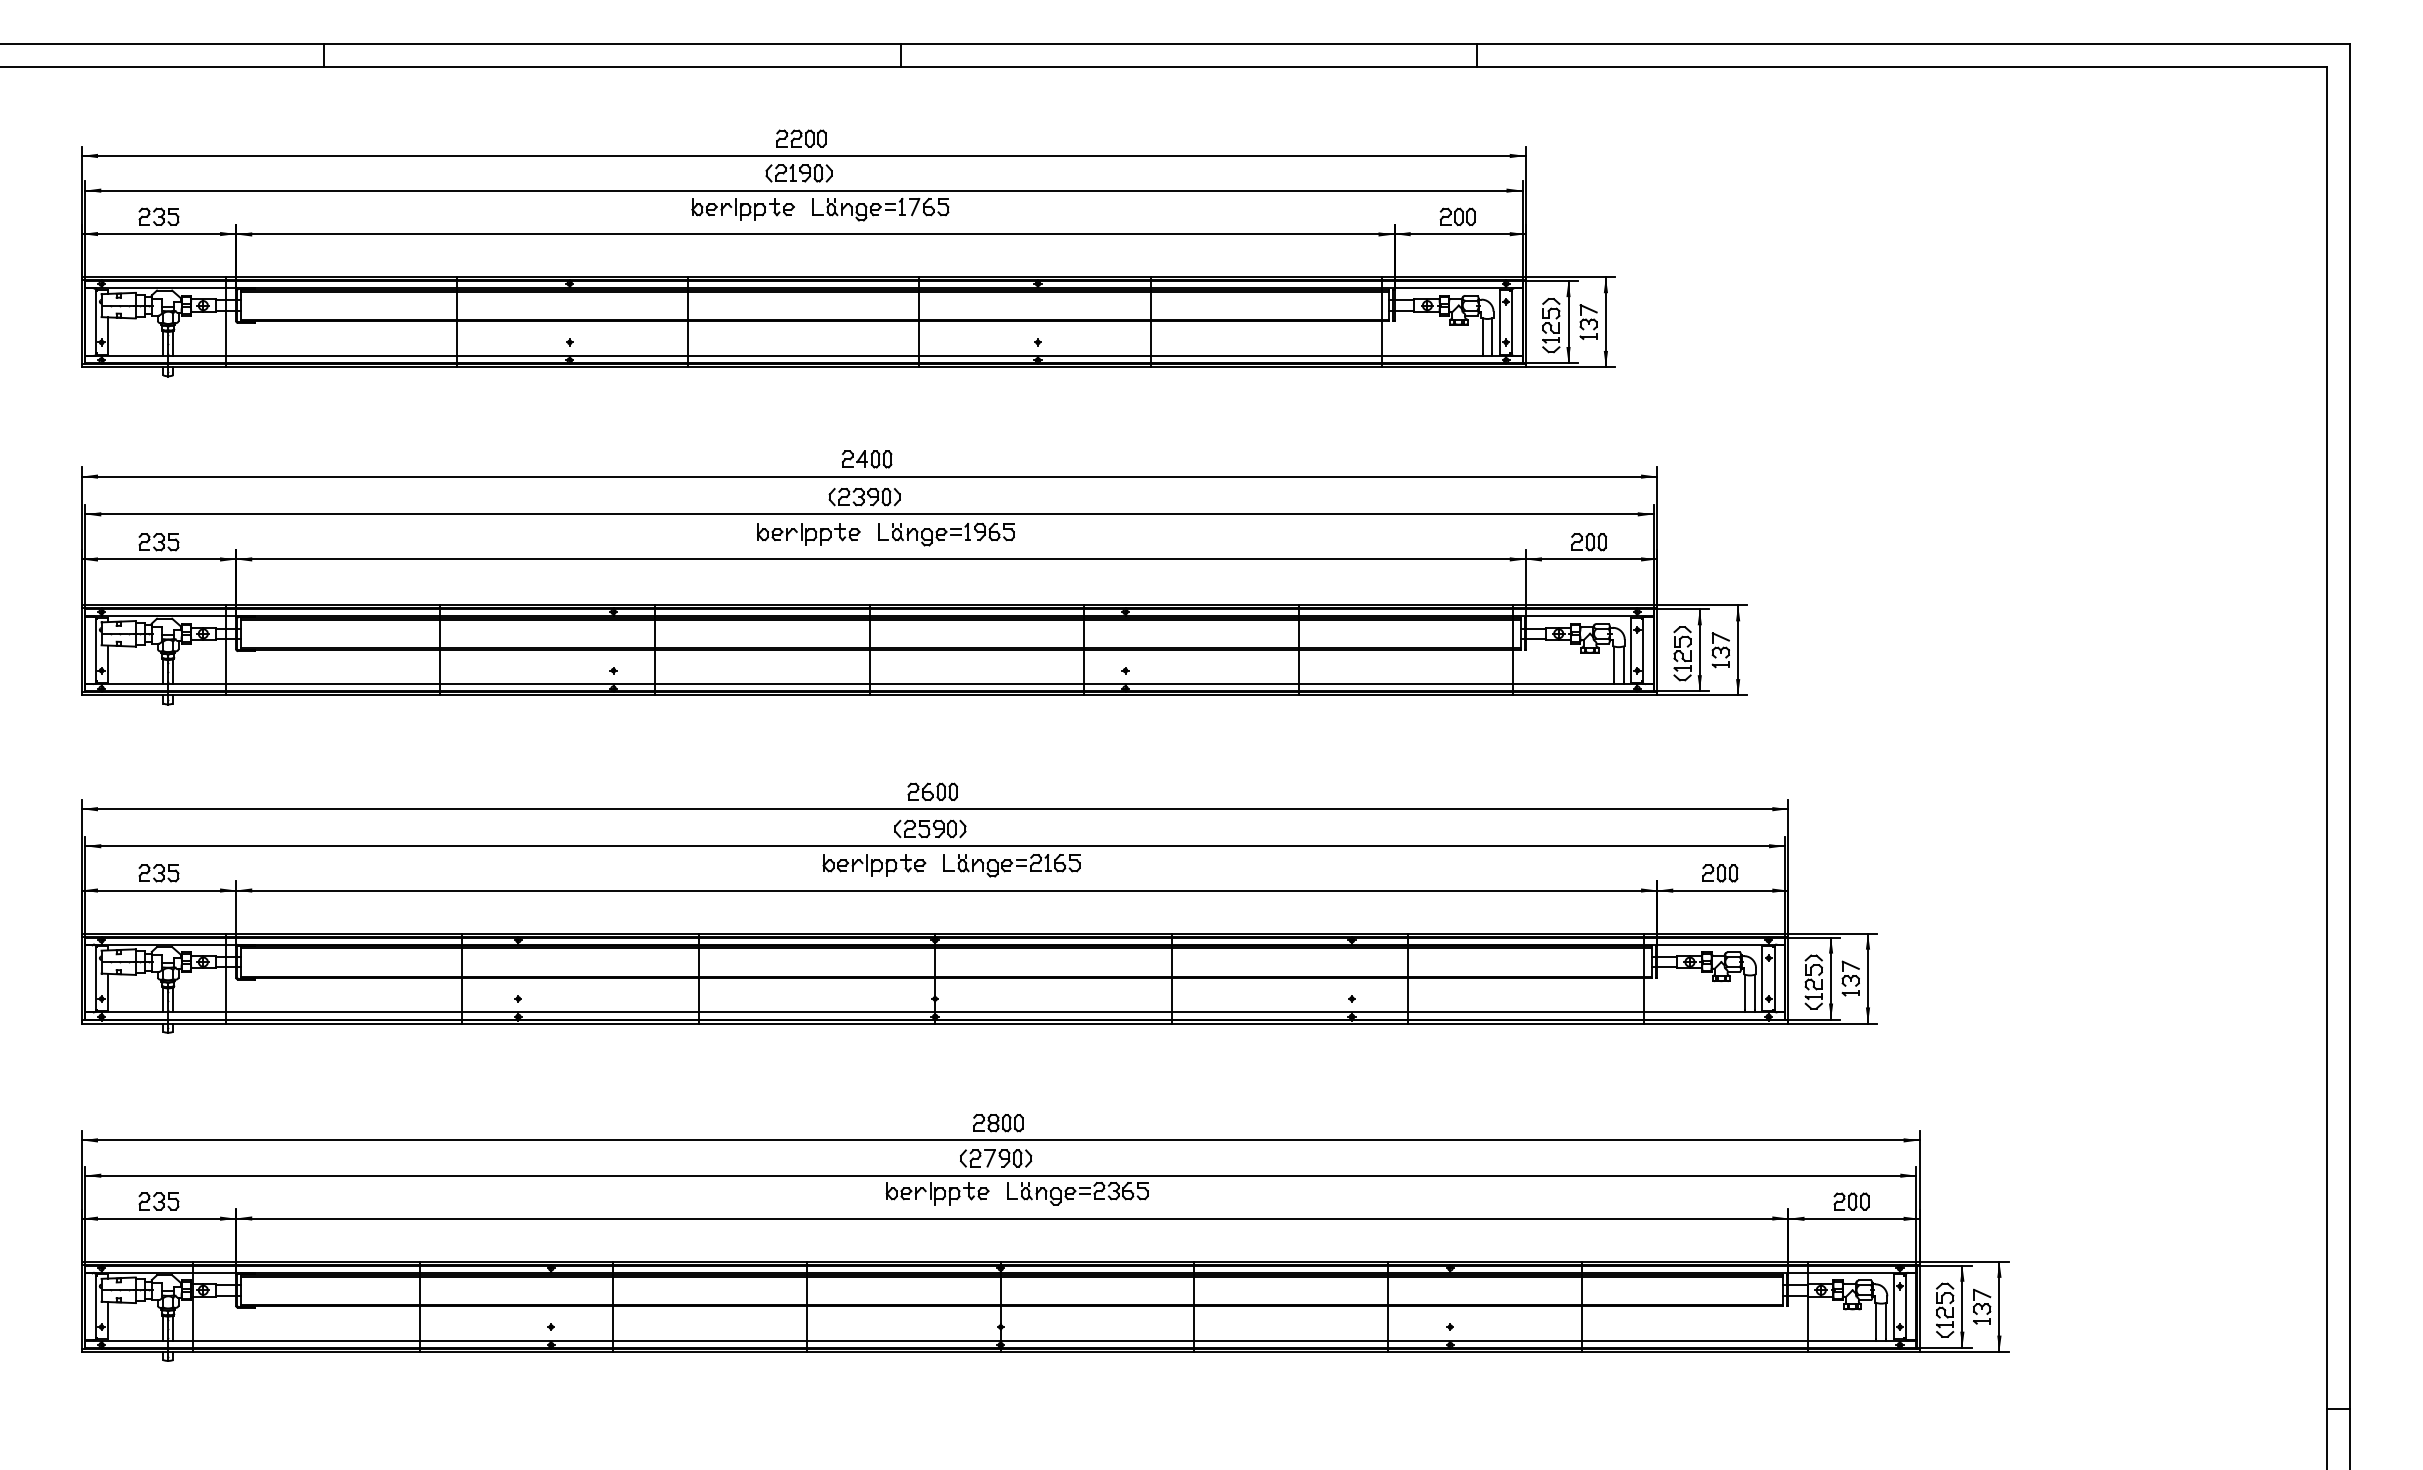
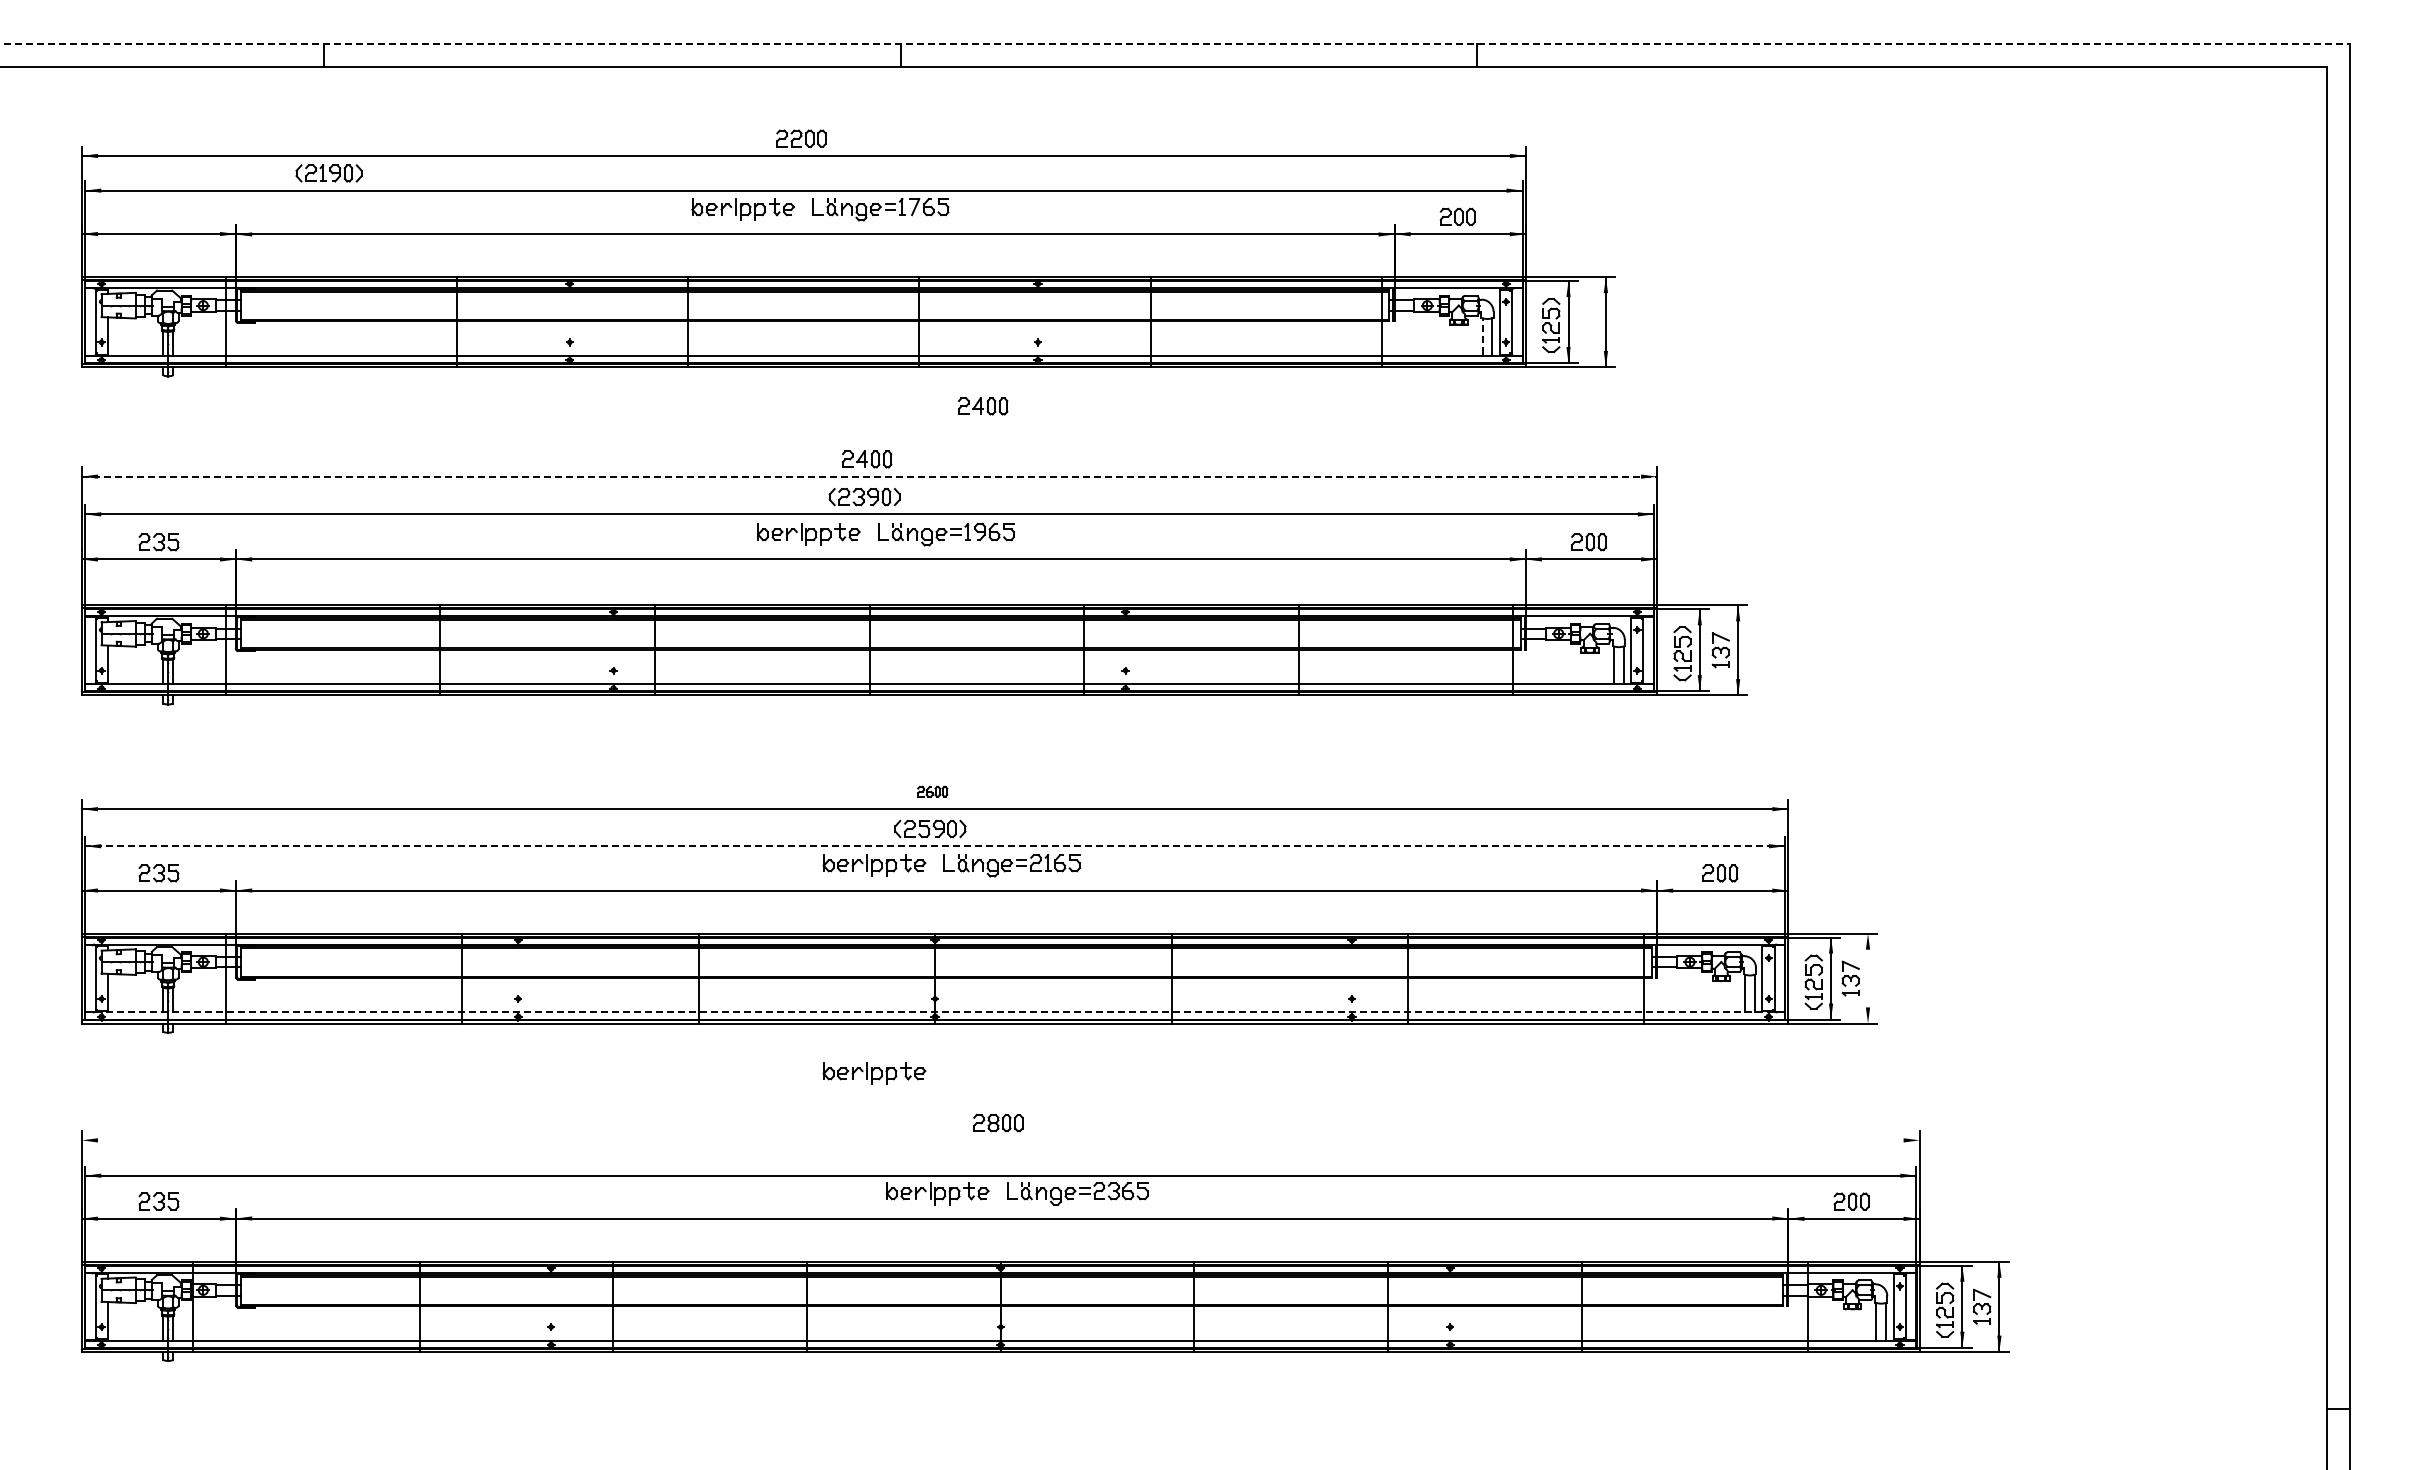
line at (1175, 44): solid -> dashed
part at (798, 173) position: (798, 173) -> (328, 173)
part at (158, 216): present -> none
part at (1588, 321): present -> none
line at (1482, 336): solid -> dashed
part at (983, 406): none -> present
line at (869, 476): solid -> dashed
part at (932, 791) size: 51x19 px -> 32x13 px
line at (935, 846): solid -> dashed
line at (1868, 978): present -> none
line at (934, 1012): solid -> dashed
part at (874, 1073): none -> present
line at (1000, 1140): present -> none
part at (996, 1158): present -> none
